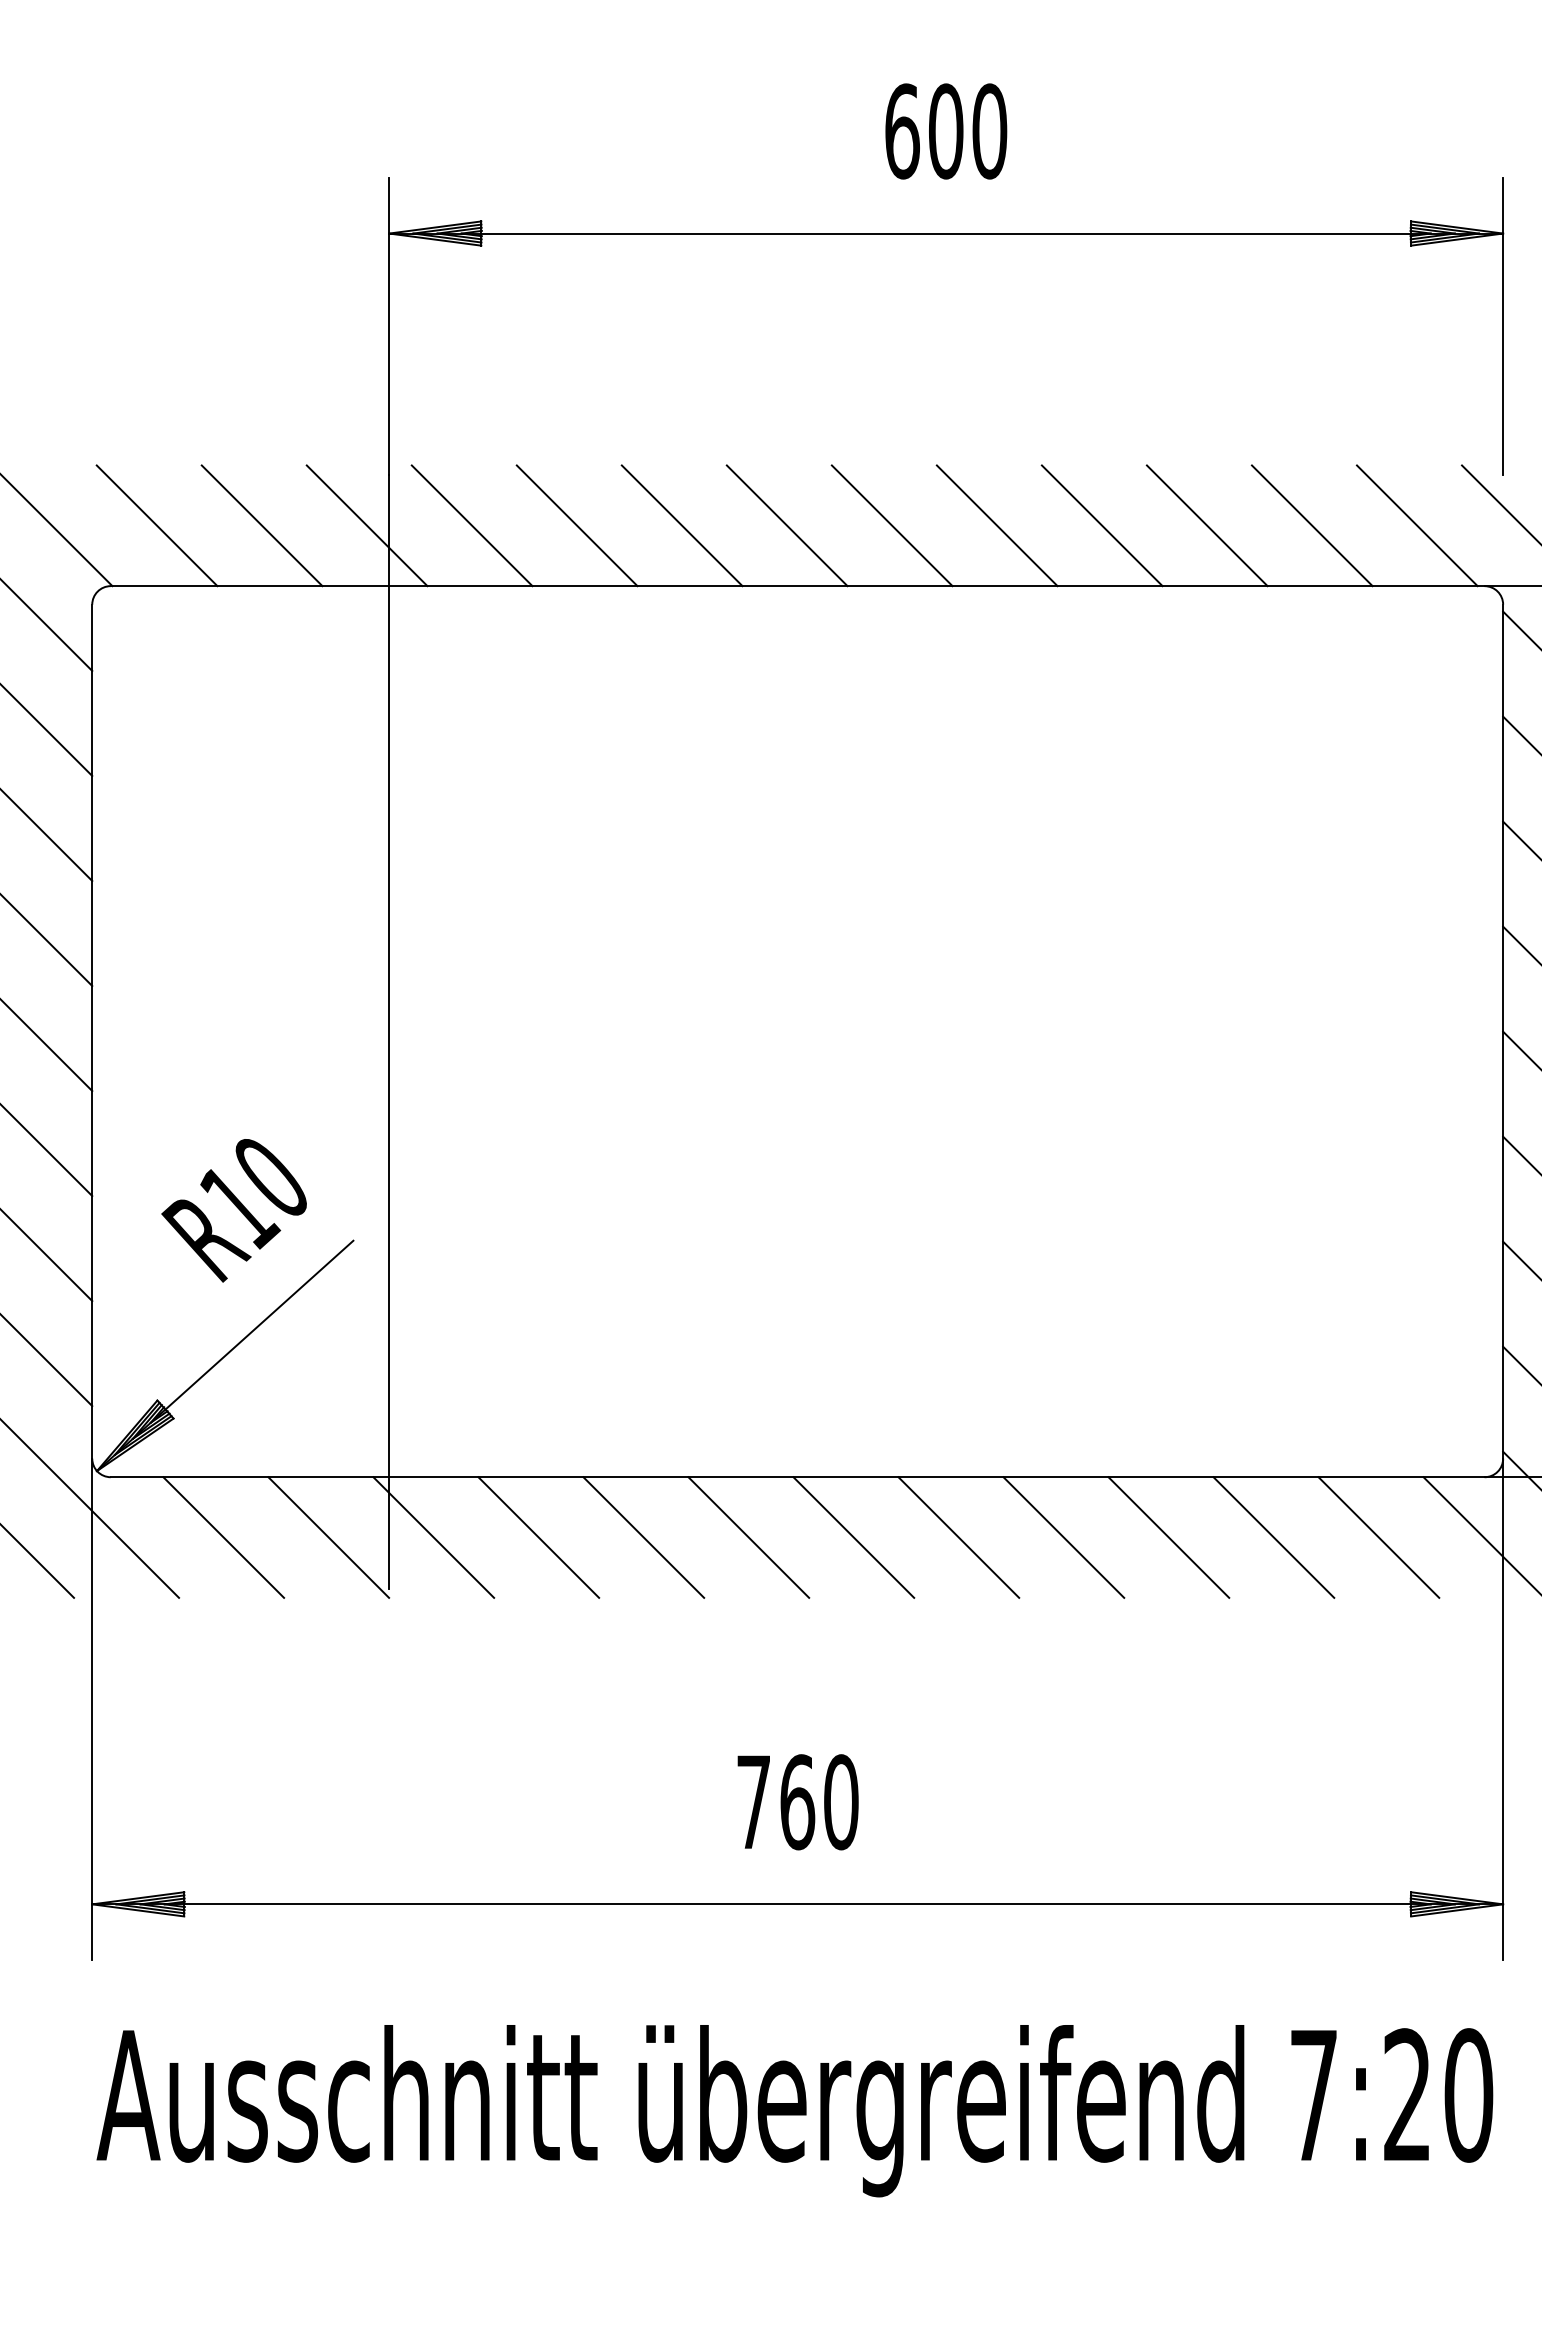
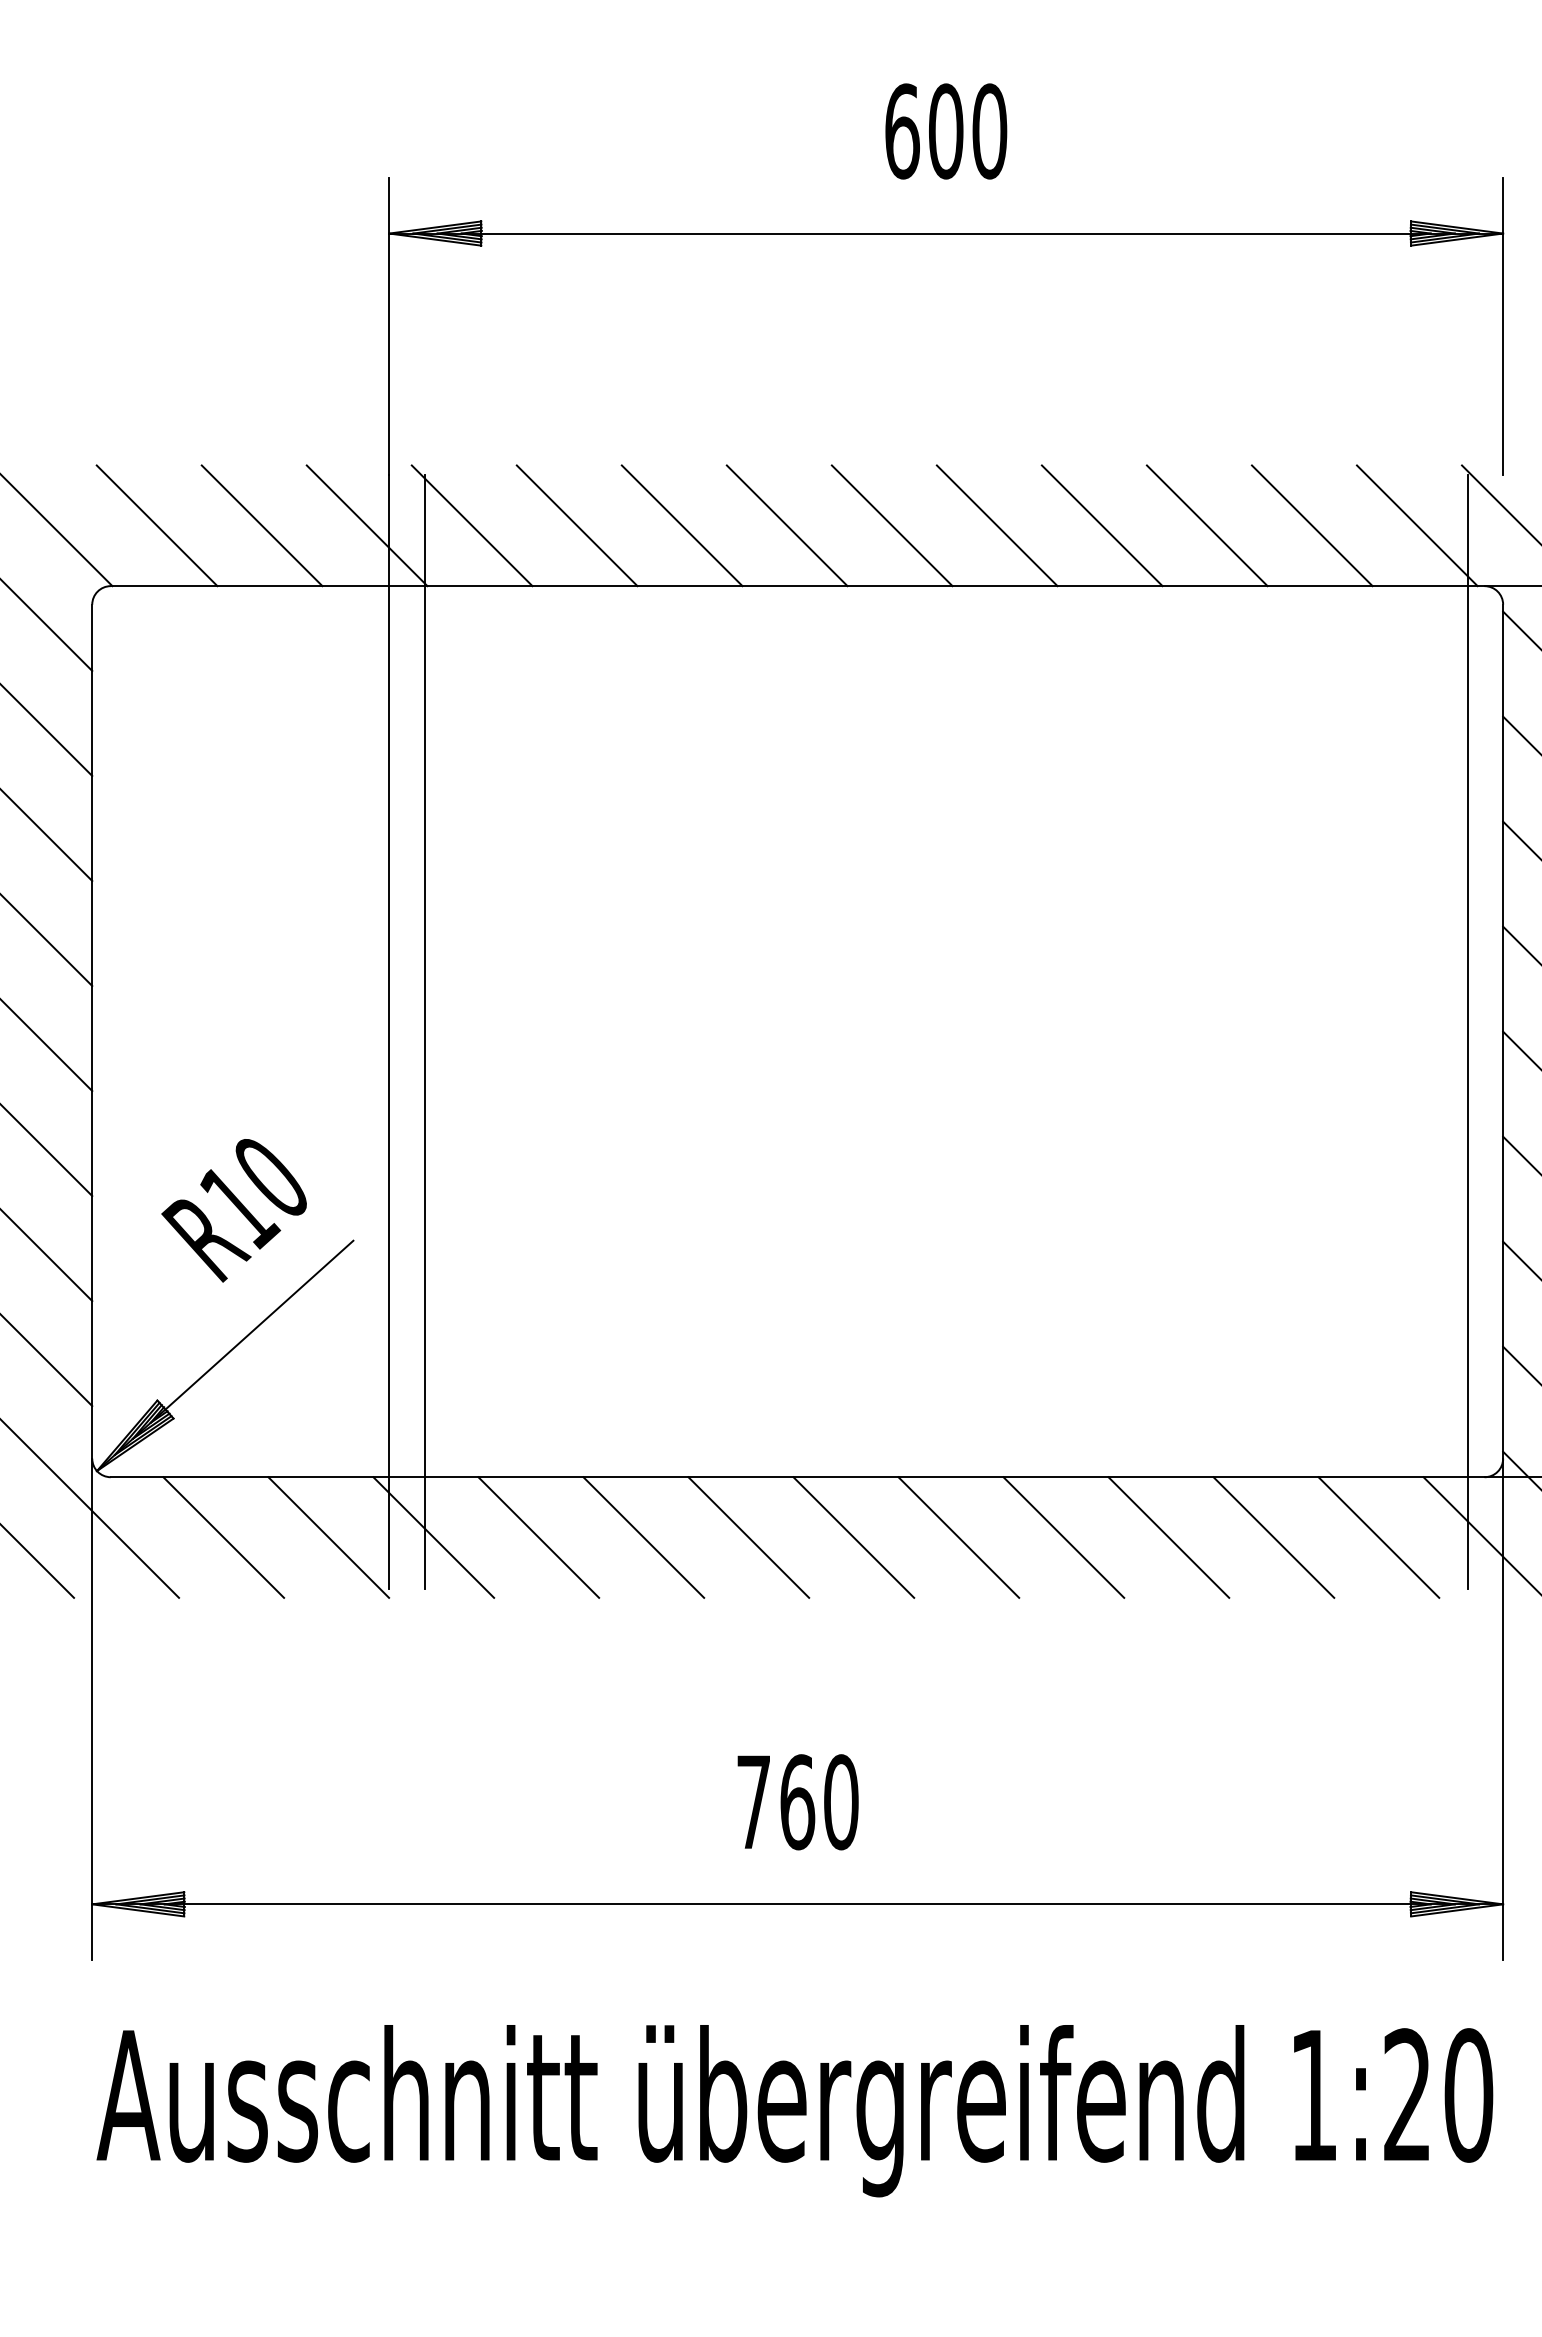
line at (424, 1031): none -> present
line at (1467, 1031): none -> present
text at (1313, 2095): 7:20 -> 1:20
